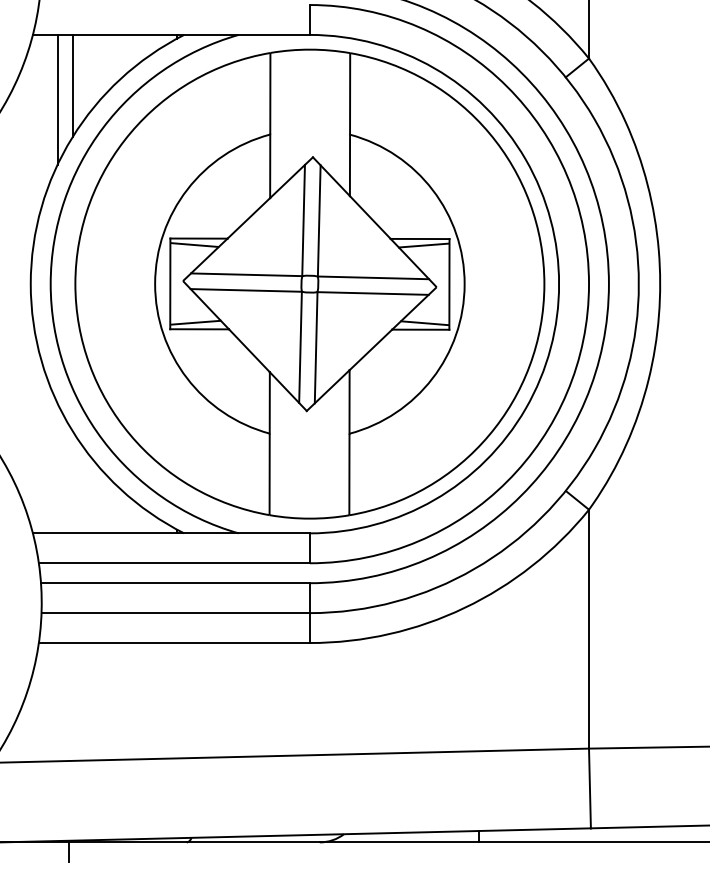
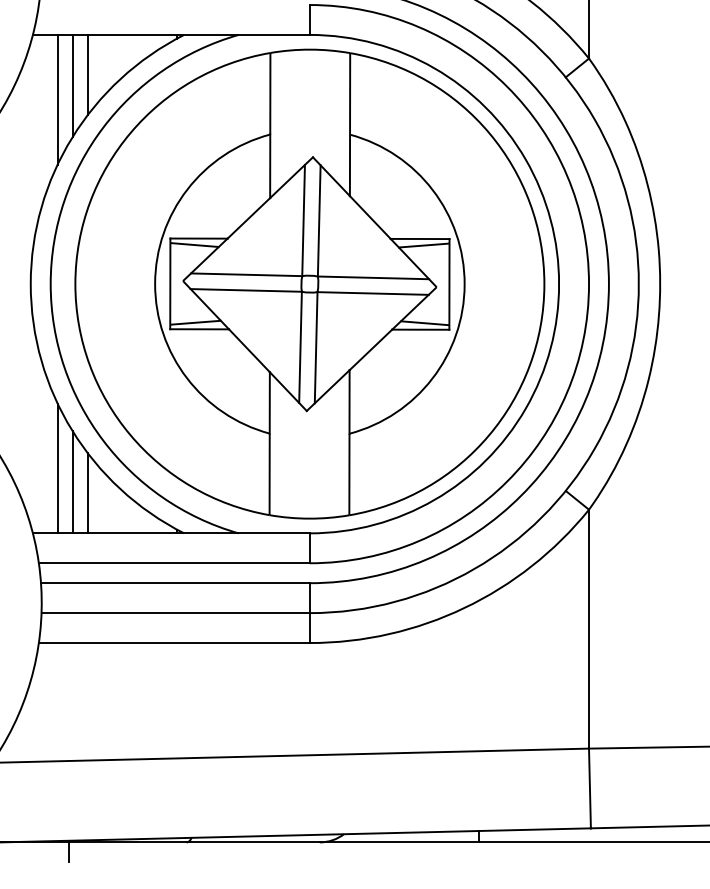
line at (87, 74): none -> present
line at (57, 468): none -> present
line at (72, 482): none -> present
line at (87, 492): none -> present
